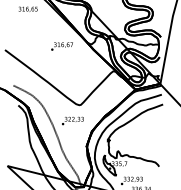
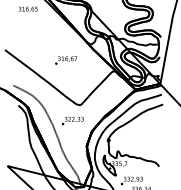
text at (61, 46) position: (61, 46) -> (65, 60)
